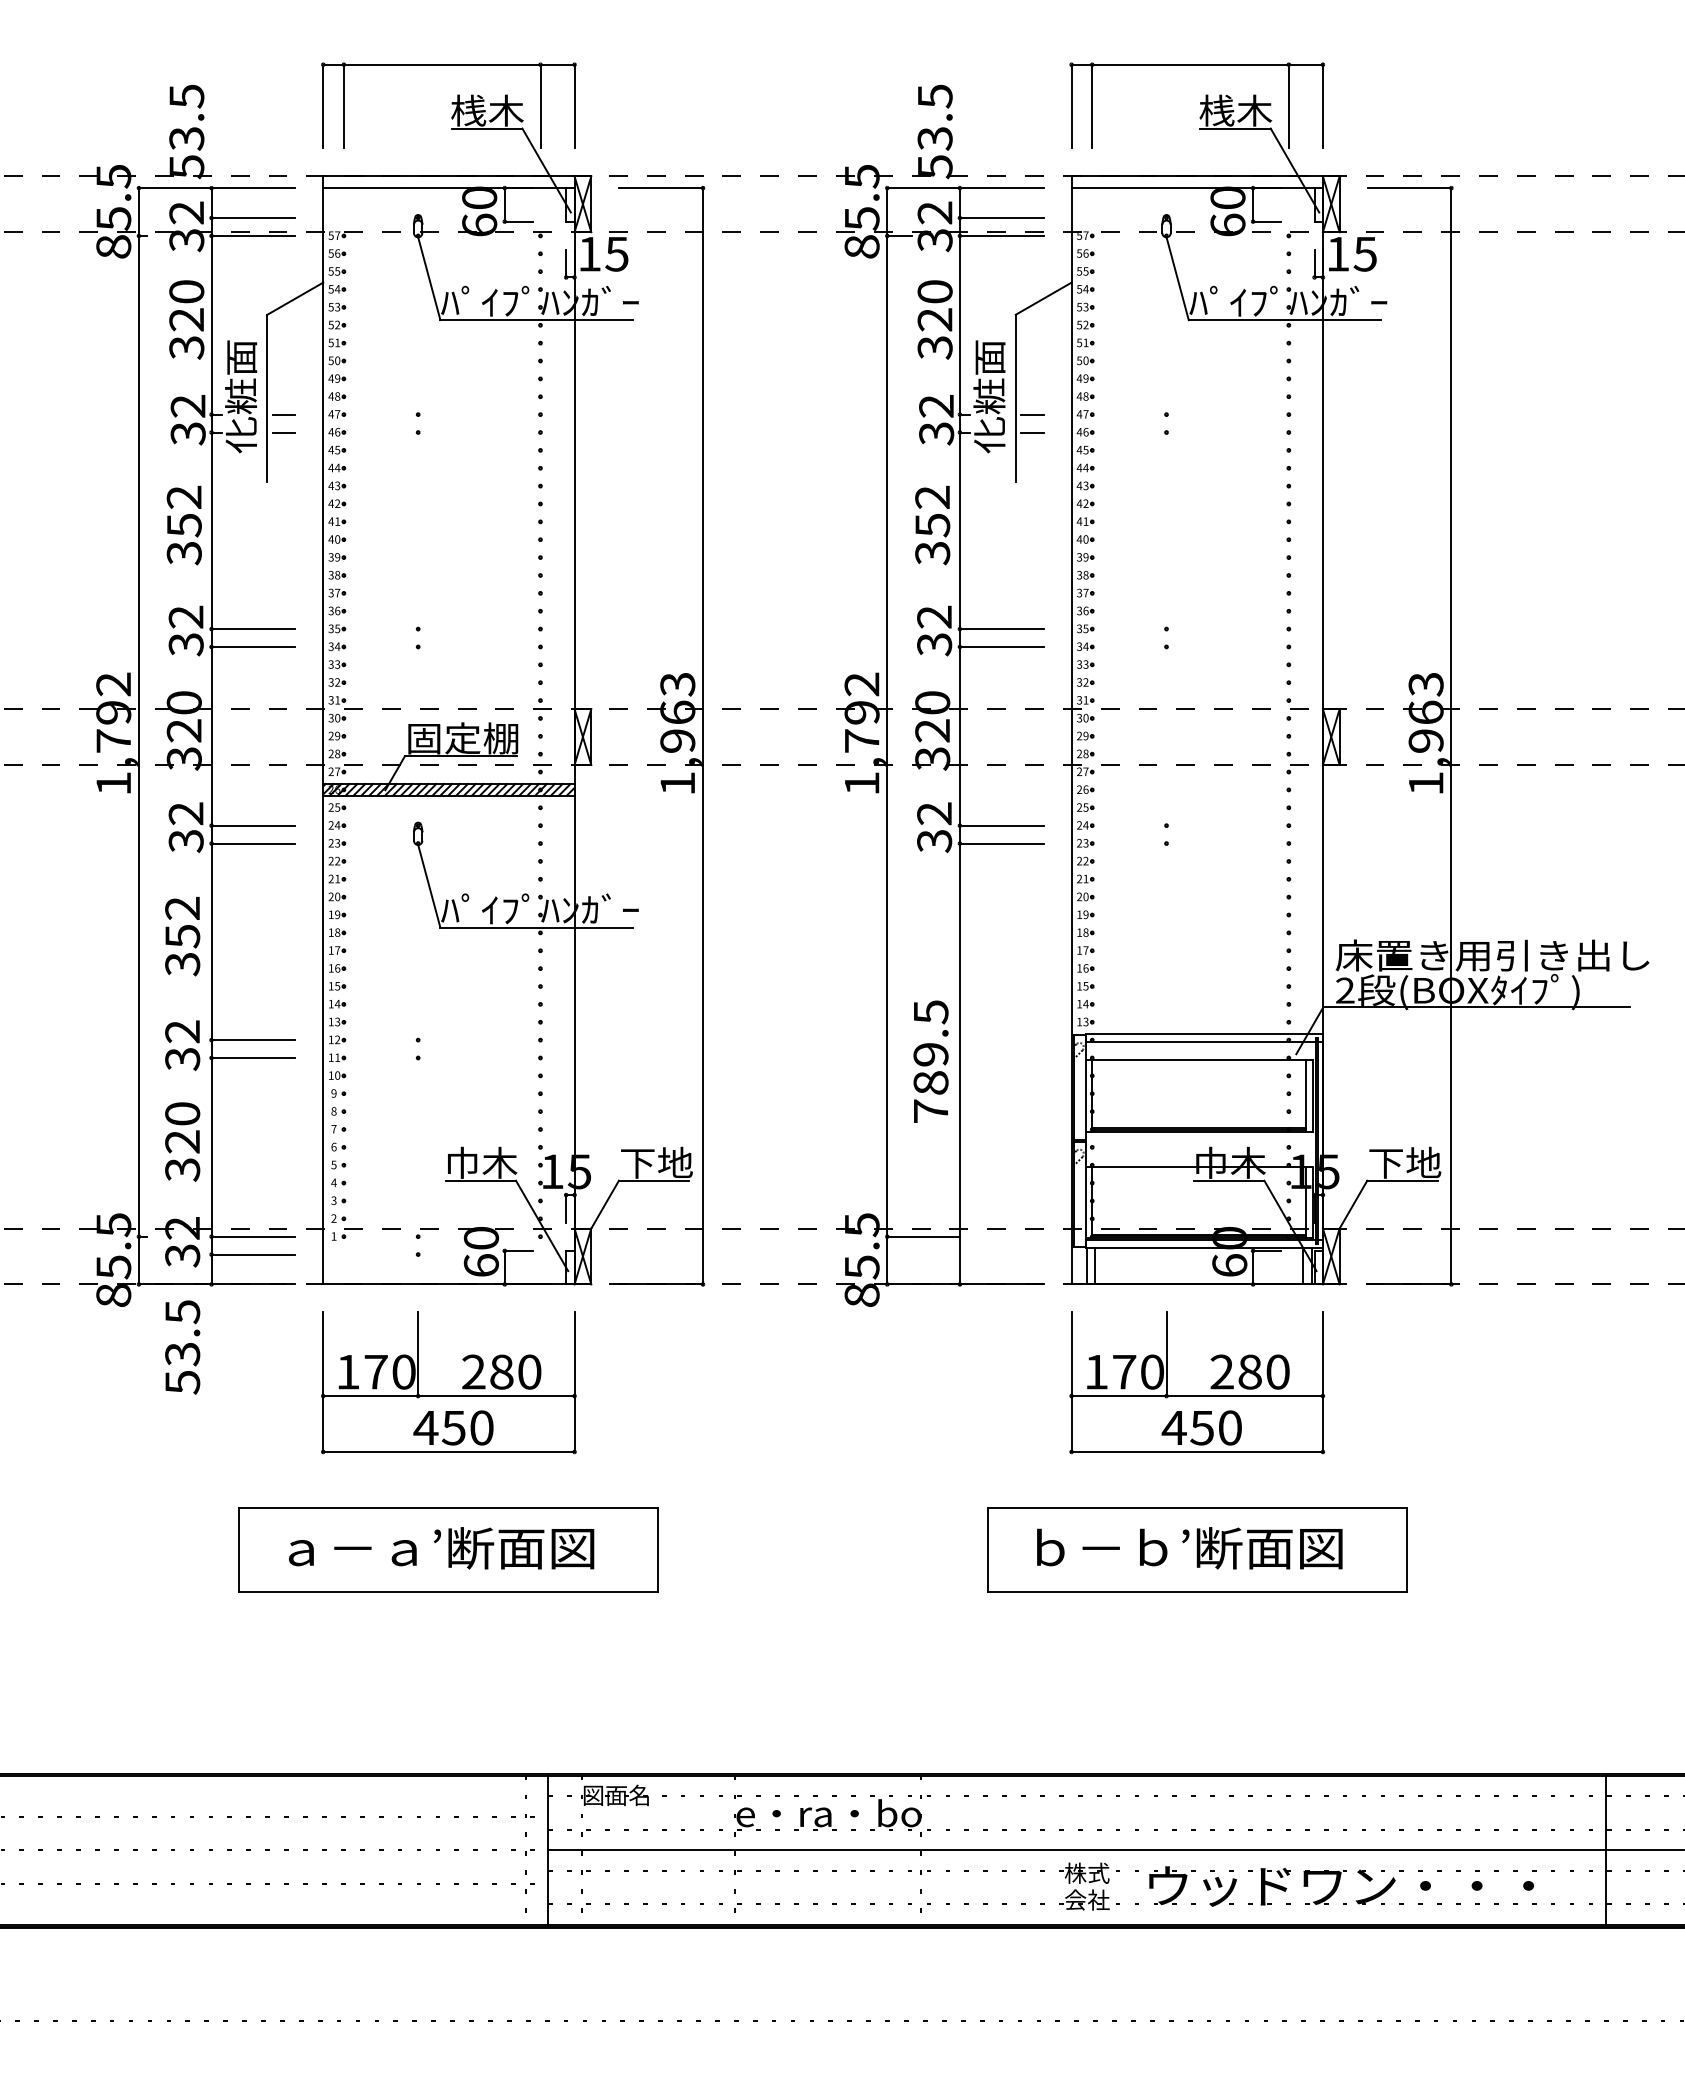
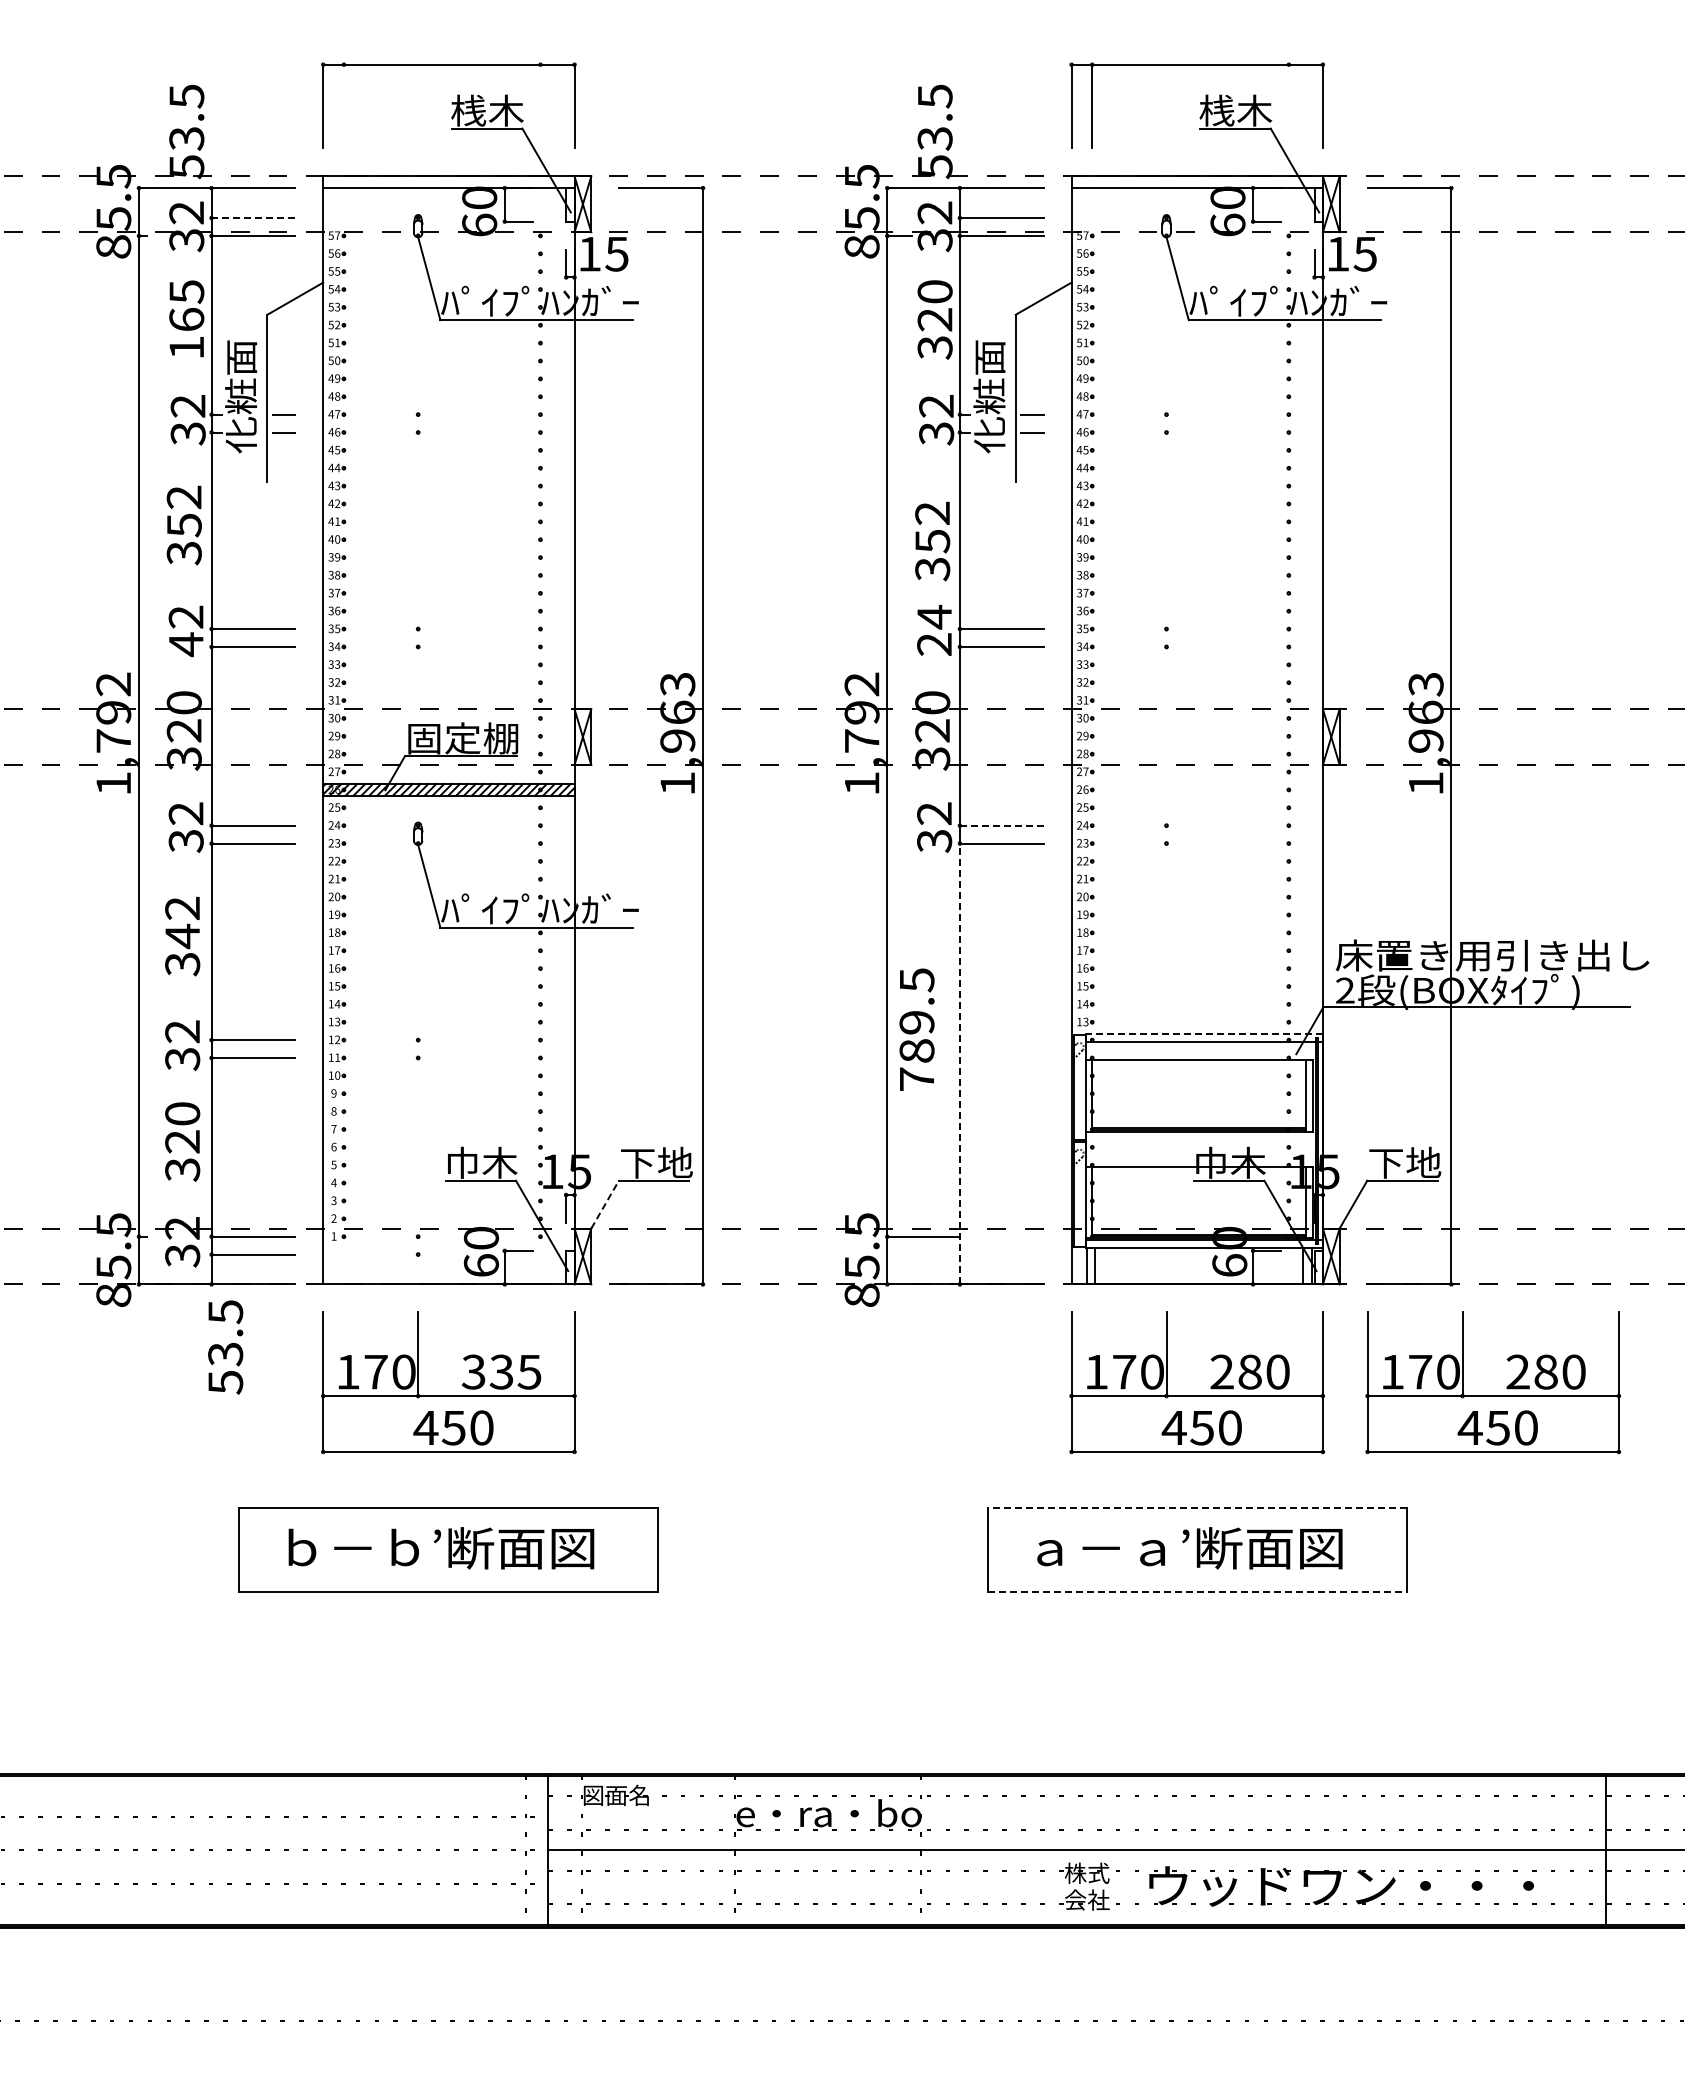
line at (343, 106): present -> none
line at (540, 106): present -> none
line at (1288, 106): present -> none
line at (253, 218): solid -> dashed
text at (186, 319): 320 -> 165
text at (932, 525) position: (932, 525) -> (932, 541)
text at (934, 630): 32 -> 24
text at (185, 644): 32 -> 42
line at (1001, 825): solid -> dashed
text at (182, 936): 352 -> 342
line at (1204, 1033): solid -> dashed
text at (930, 1061) position: (930, 1061) -> (916, 1029)
line at (959, 1063): solid -> dashed
line at (605, 1204): solid -> dashed
text at (182, 1347) position: (182, 1347) -> (225, 1347)
text at (501, 1371): 280 -> 335
part at (1492, 1395): none -> present
line at (1196, 1507): solid -> dashed
text at (353, 1547): ａ－ａ’断面図 -> ｂ－ｂ’断面図
text at (1102, 1547): ｂ－ｂ’断面図 -> ａ－ａ’断面図
line at (1197, 1591): solid -> dashed
